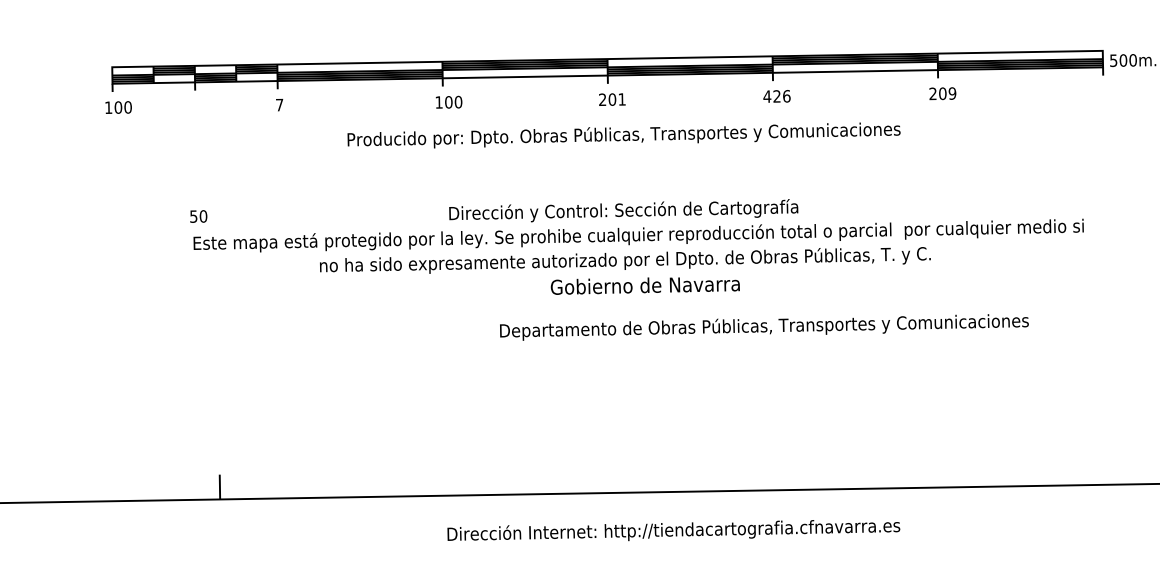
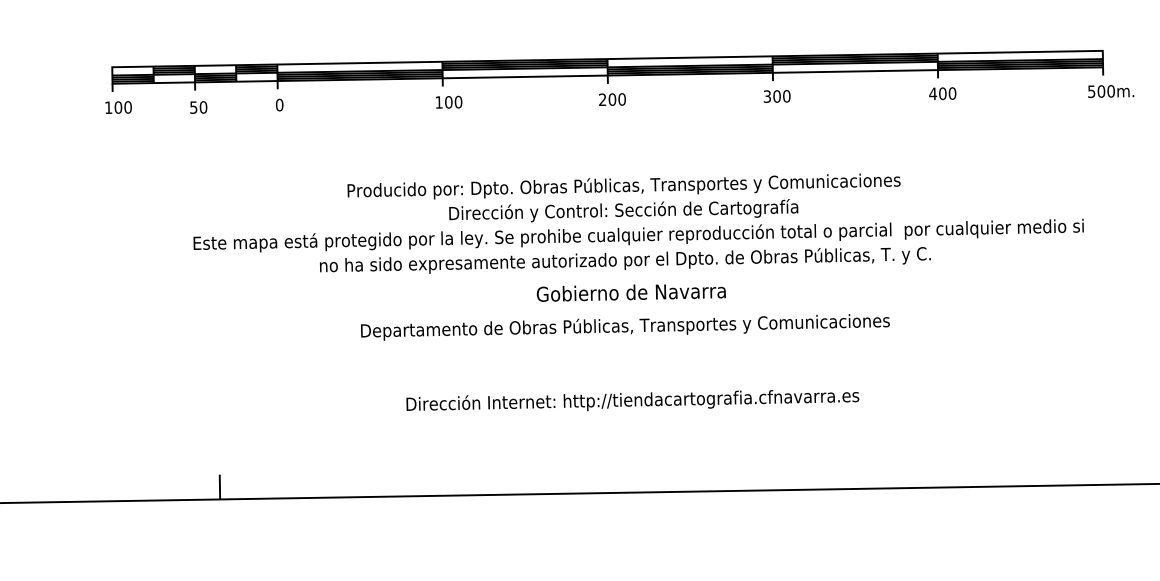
text at (1133, 60) position: (1133, 60) -> (1111, 91)
text at (942, 93): 209 -> 400
text at (776, 96): 426 -> 300
text at (621, 99): 201 -> 200
text at (279, 104): 7 -> 0
text at (623, 135) position: (623, 135) -> (623, 186)
text at (198, 216) position: (198, 216) -> (198, 107)
text at (644, 285) position: (644, 285) -> (630, 292)
text at (764, 327) position: (764, 327) -> (625, 327)
text at (673, 530) position: (673, 530) -> (632, 400)
